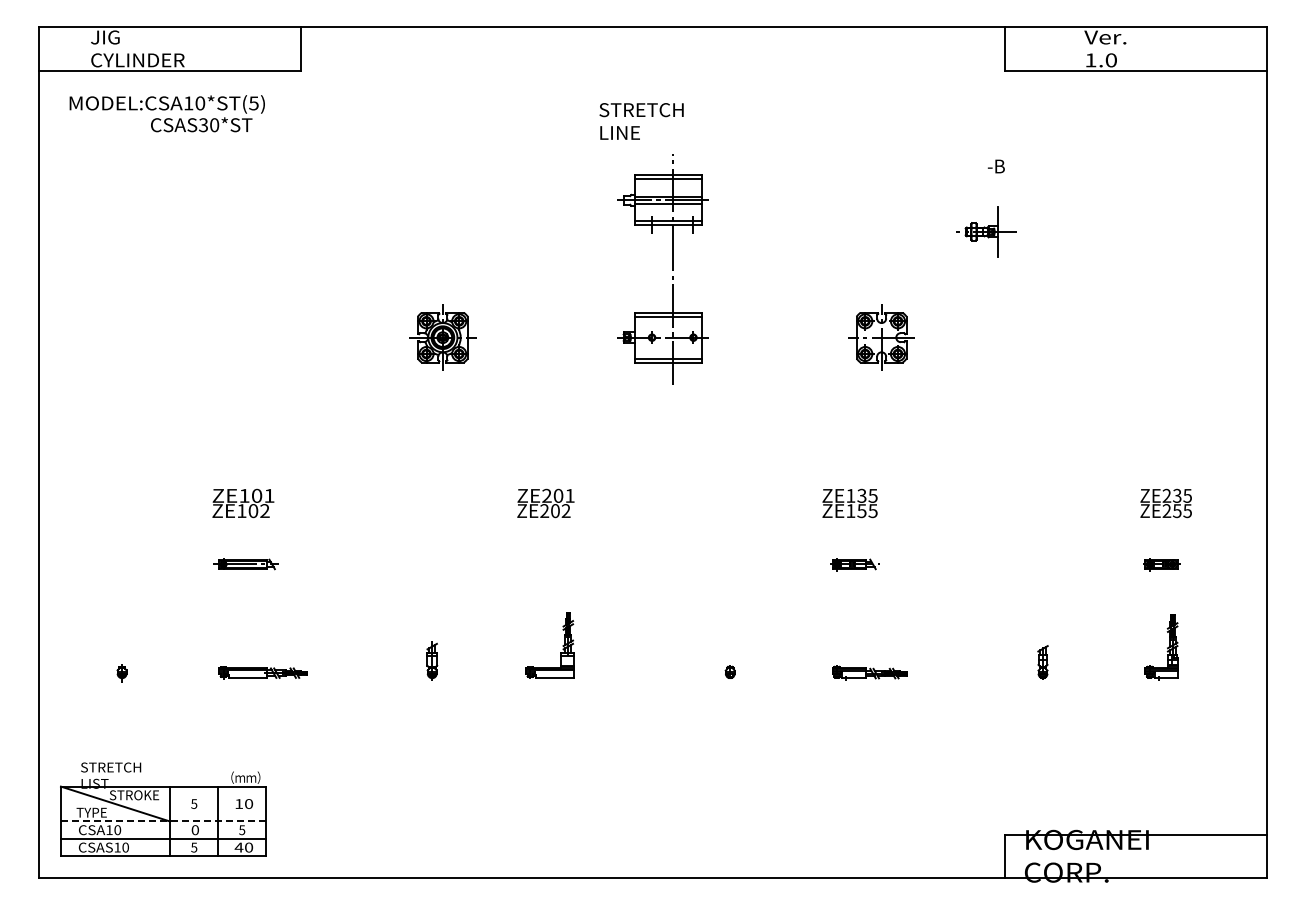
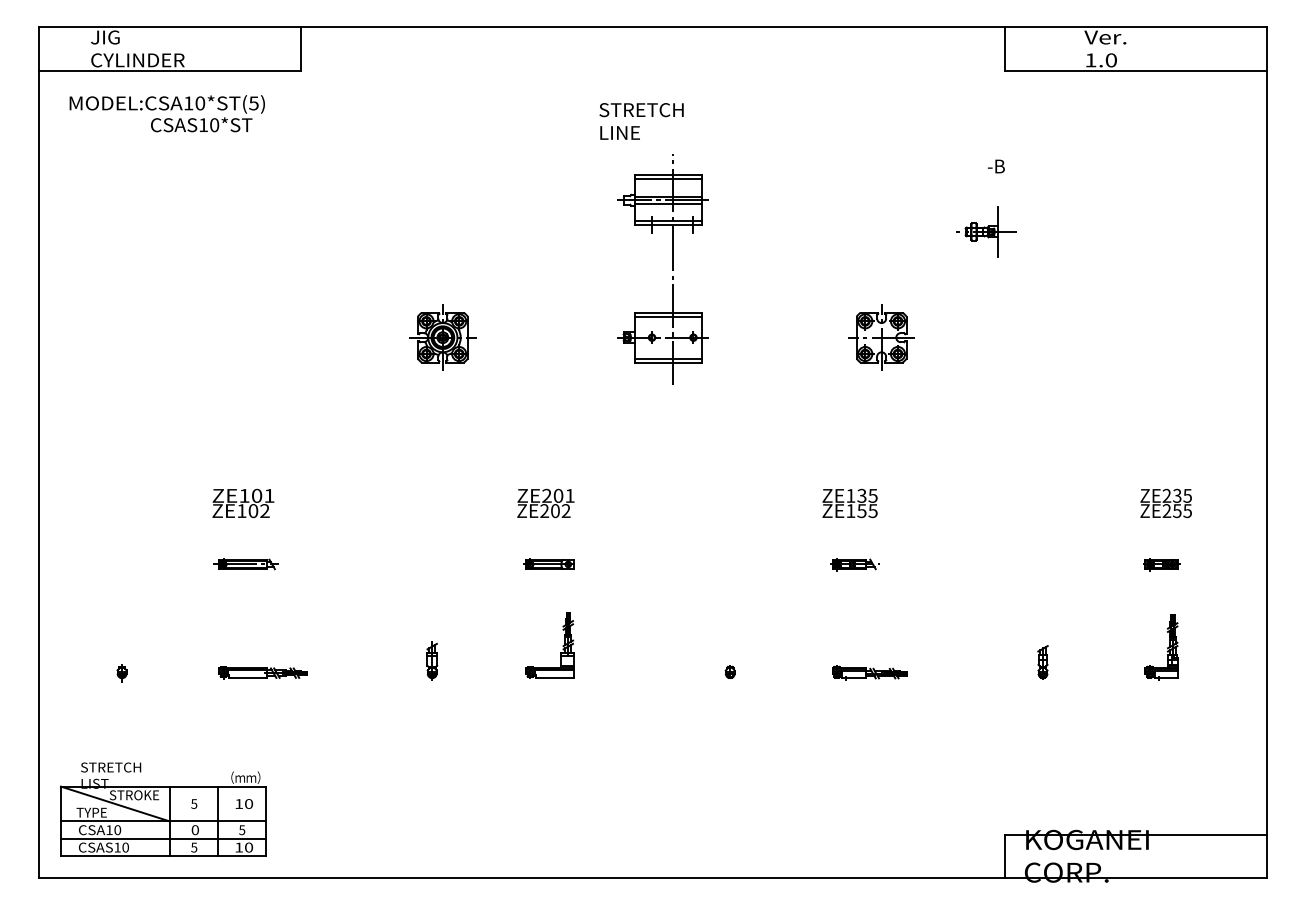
text at (203, 125): CSAS30*ST -> CSAS10*ST
part at (548, 563): none -> present
line at (163, 821): dashed -> solid
text at (238, 847): 40 -> 10
